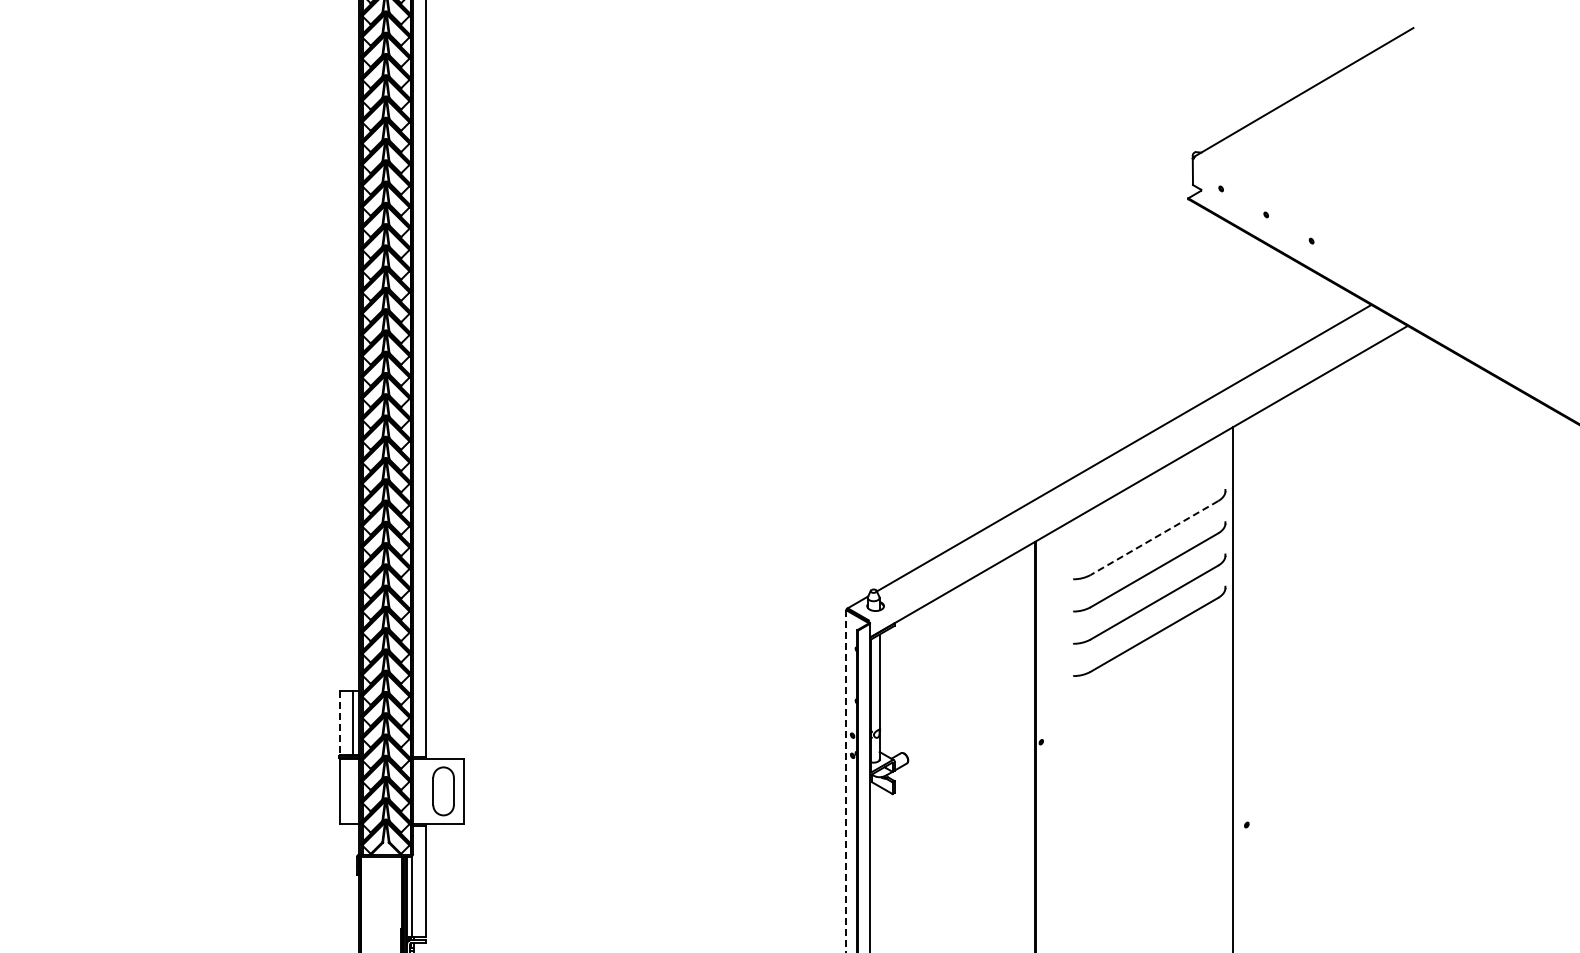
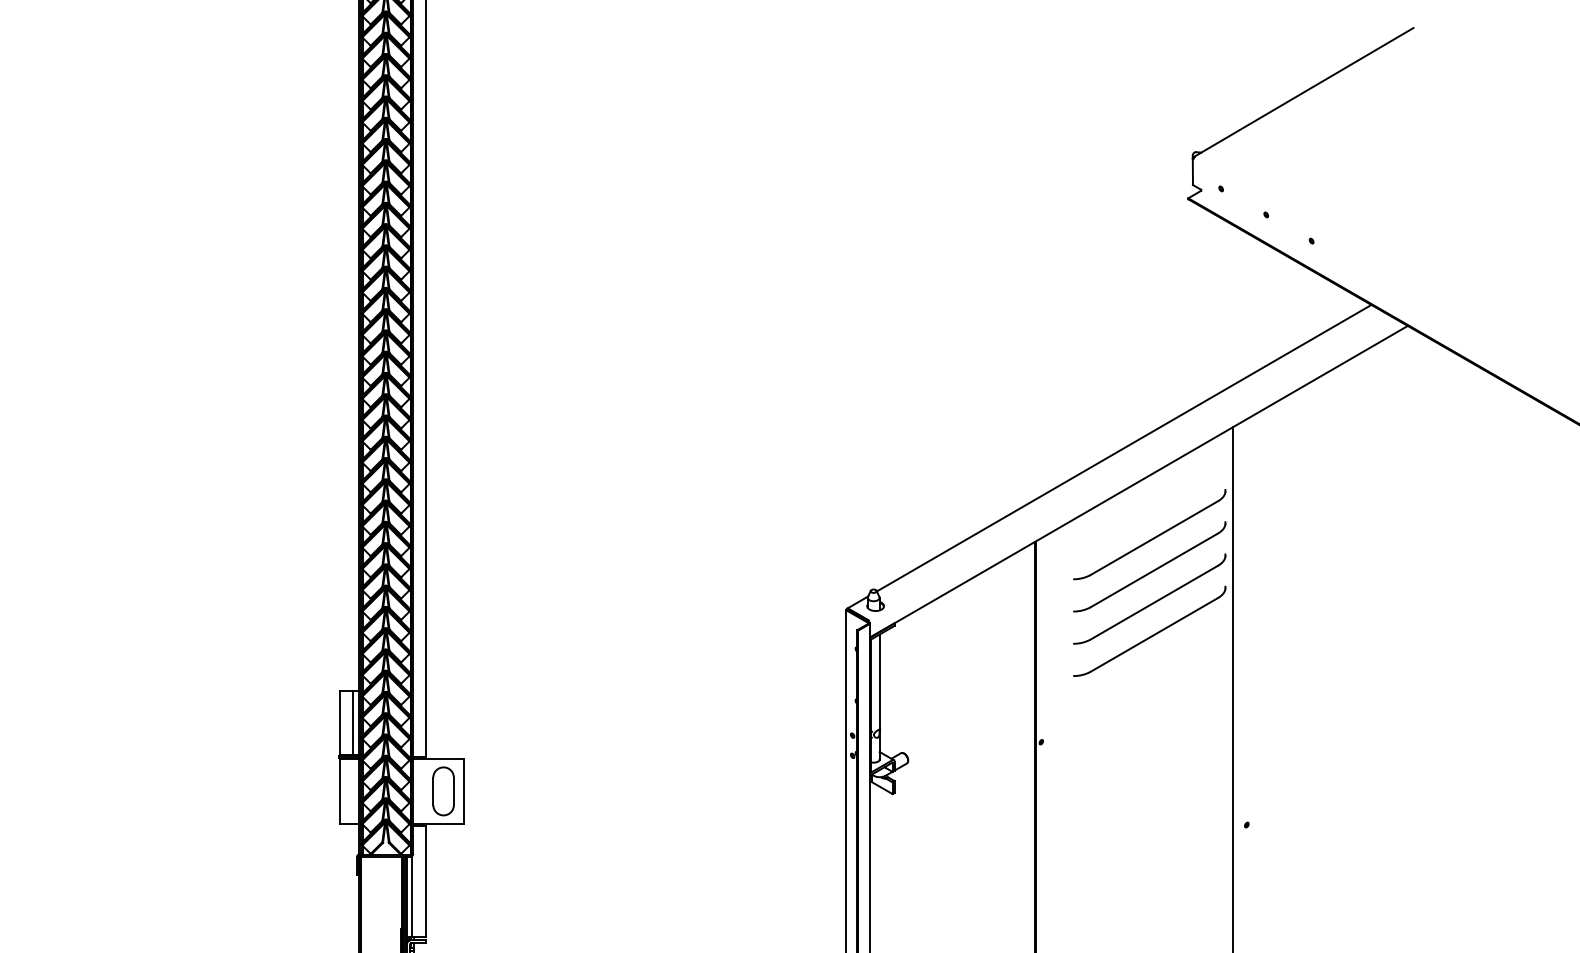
line at (1154, 538): dashed -> solid
line at (340, 723): dashed -> solid
line at (846, 781): dashed -> solid
